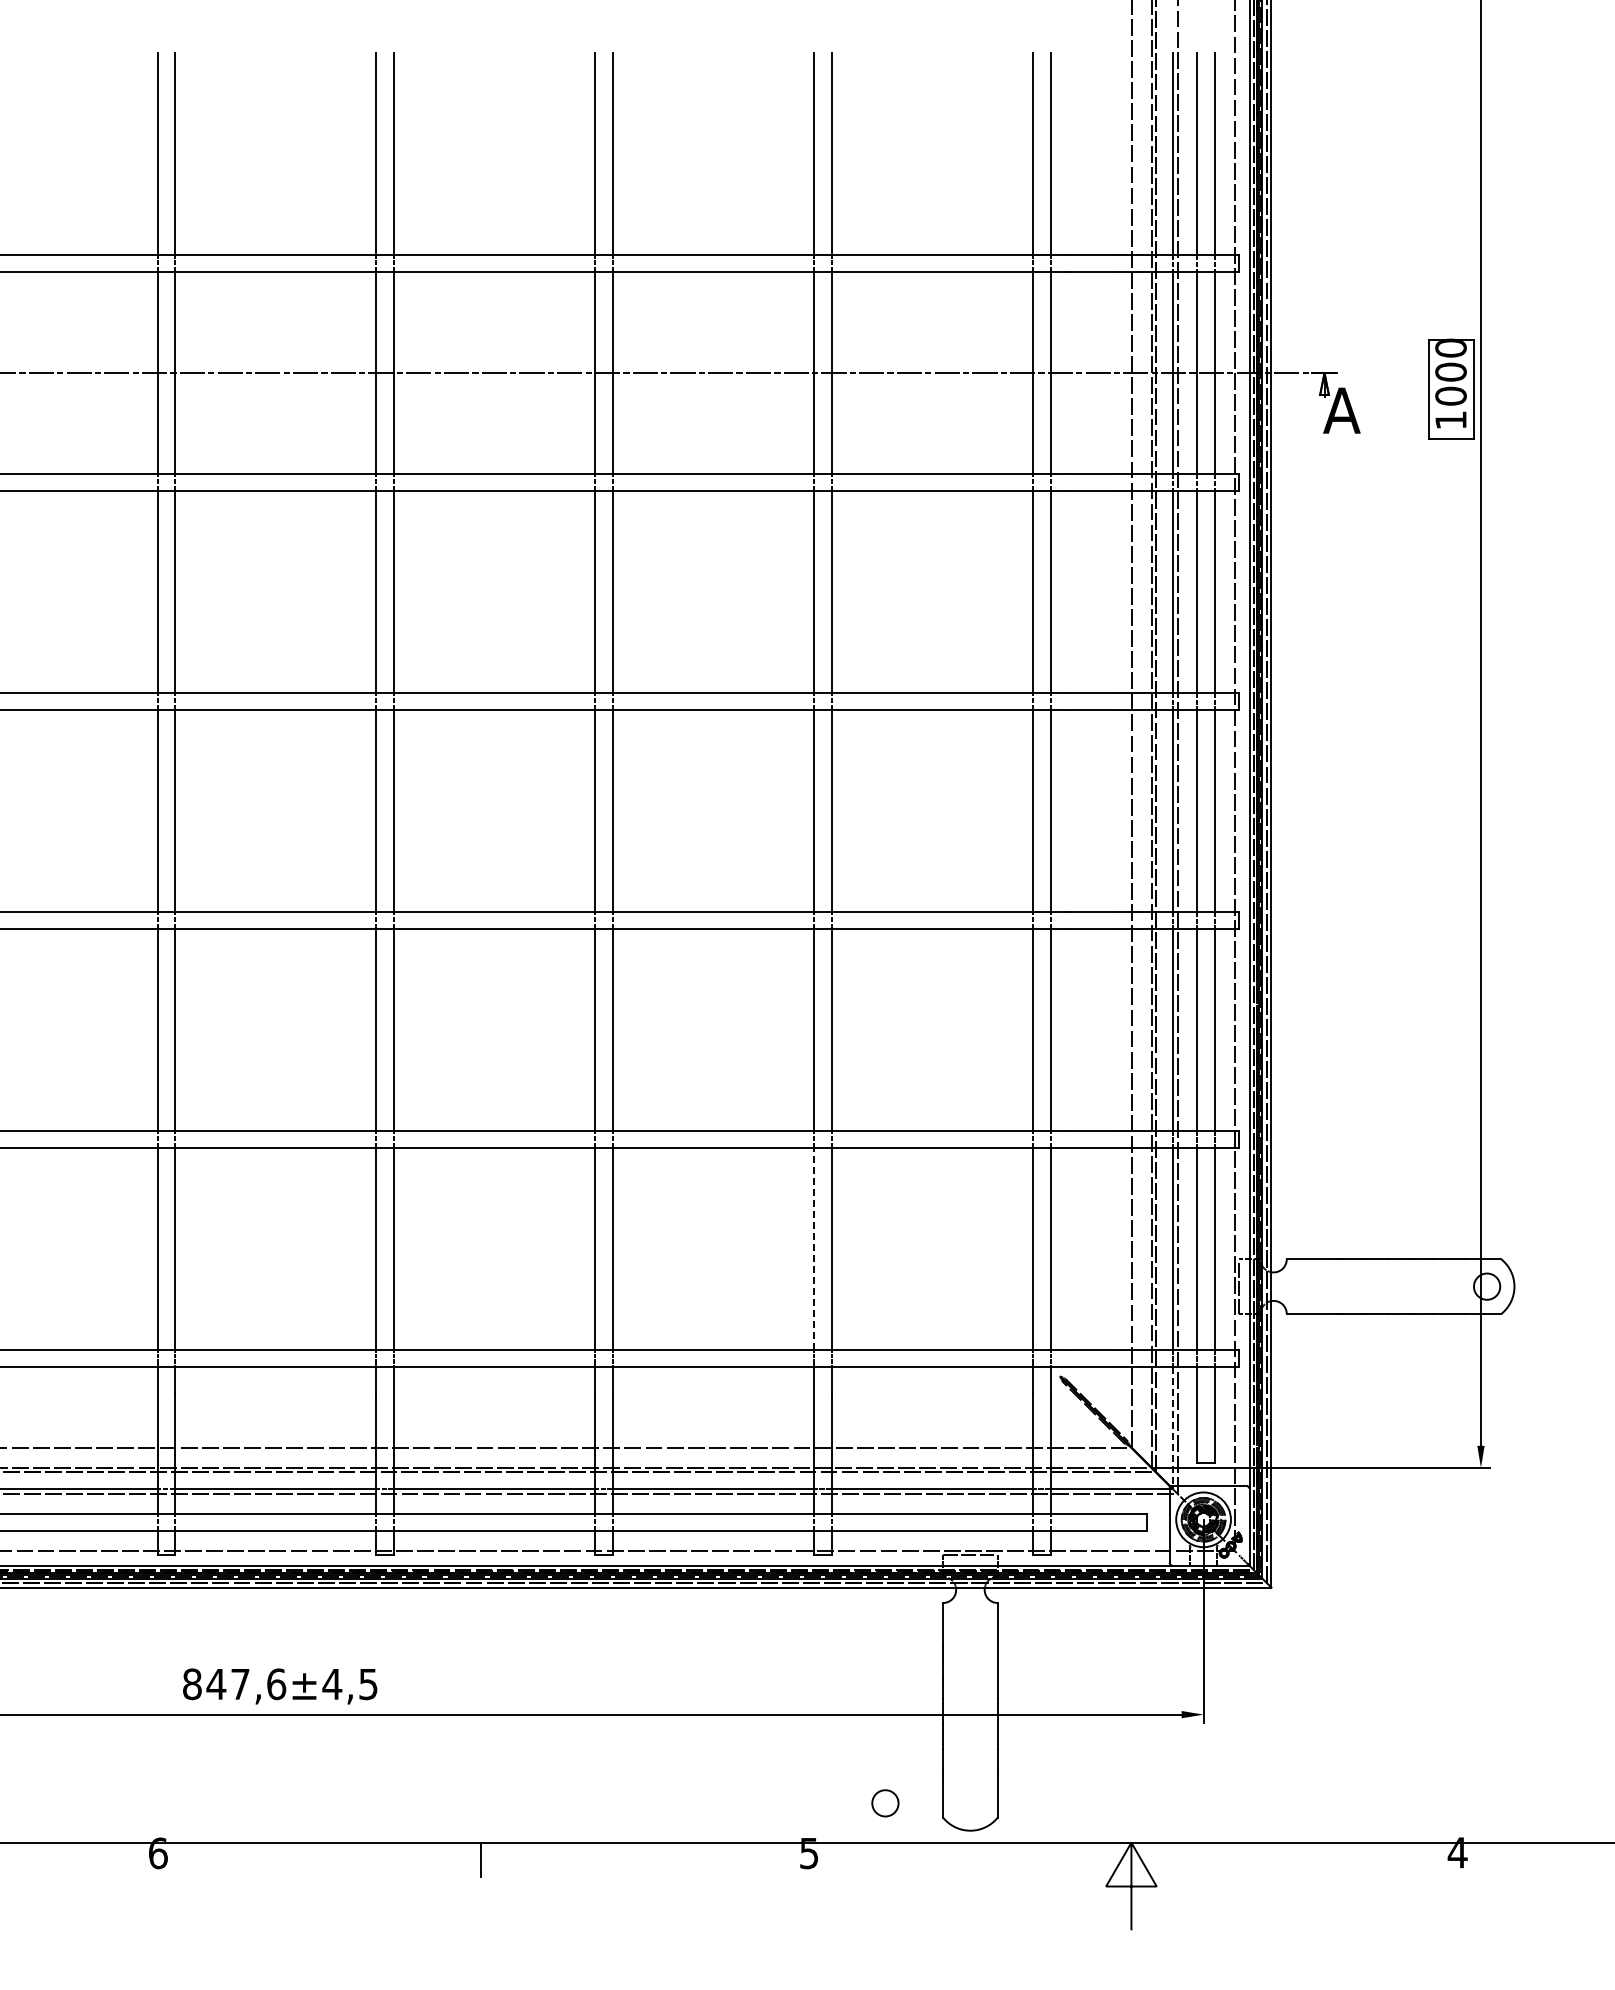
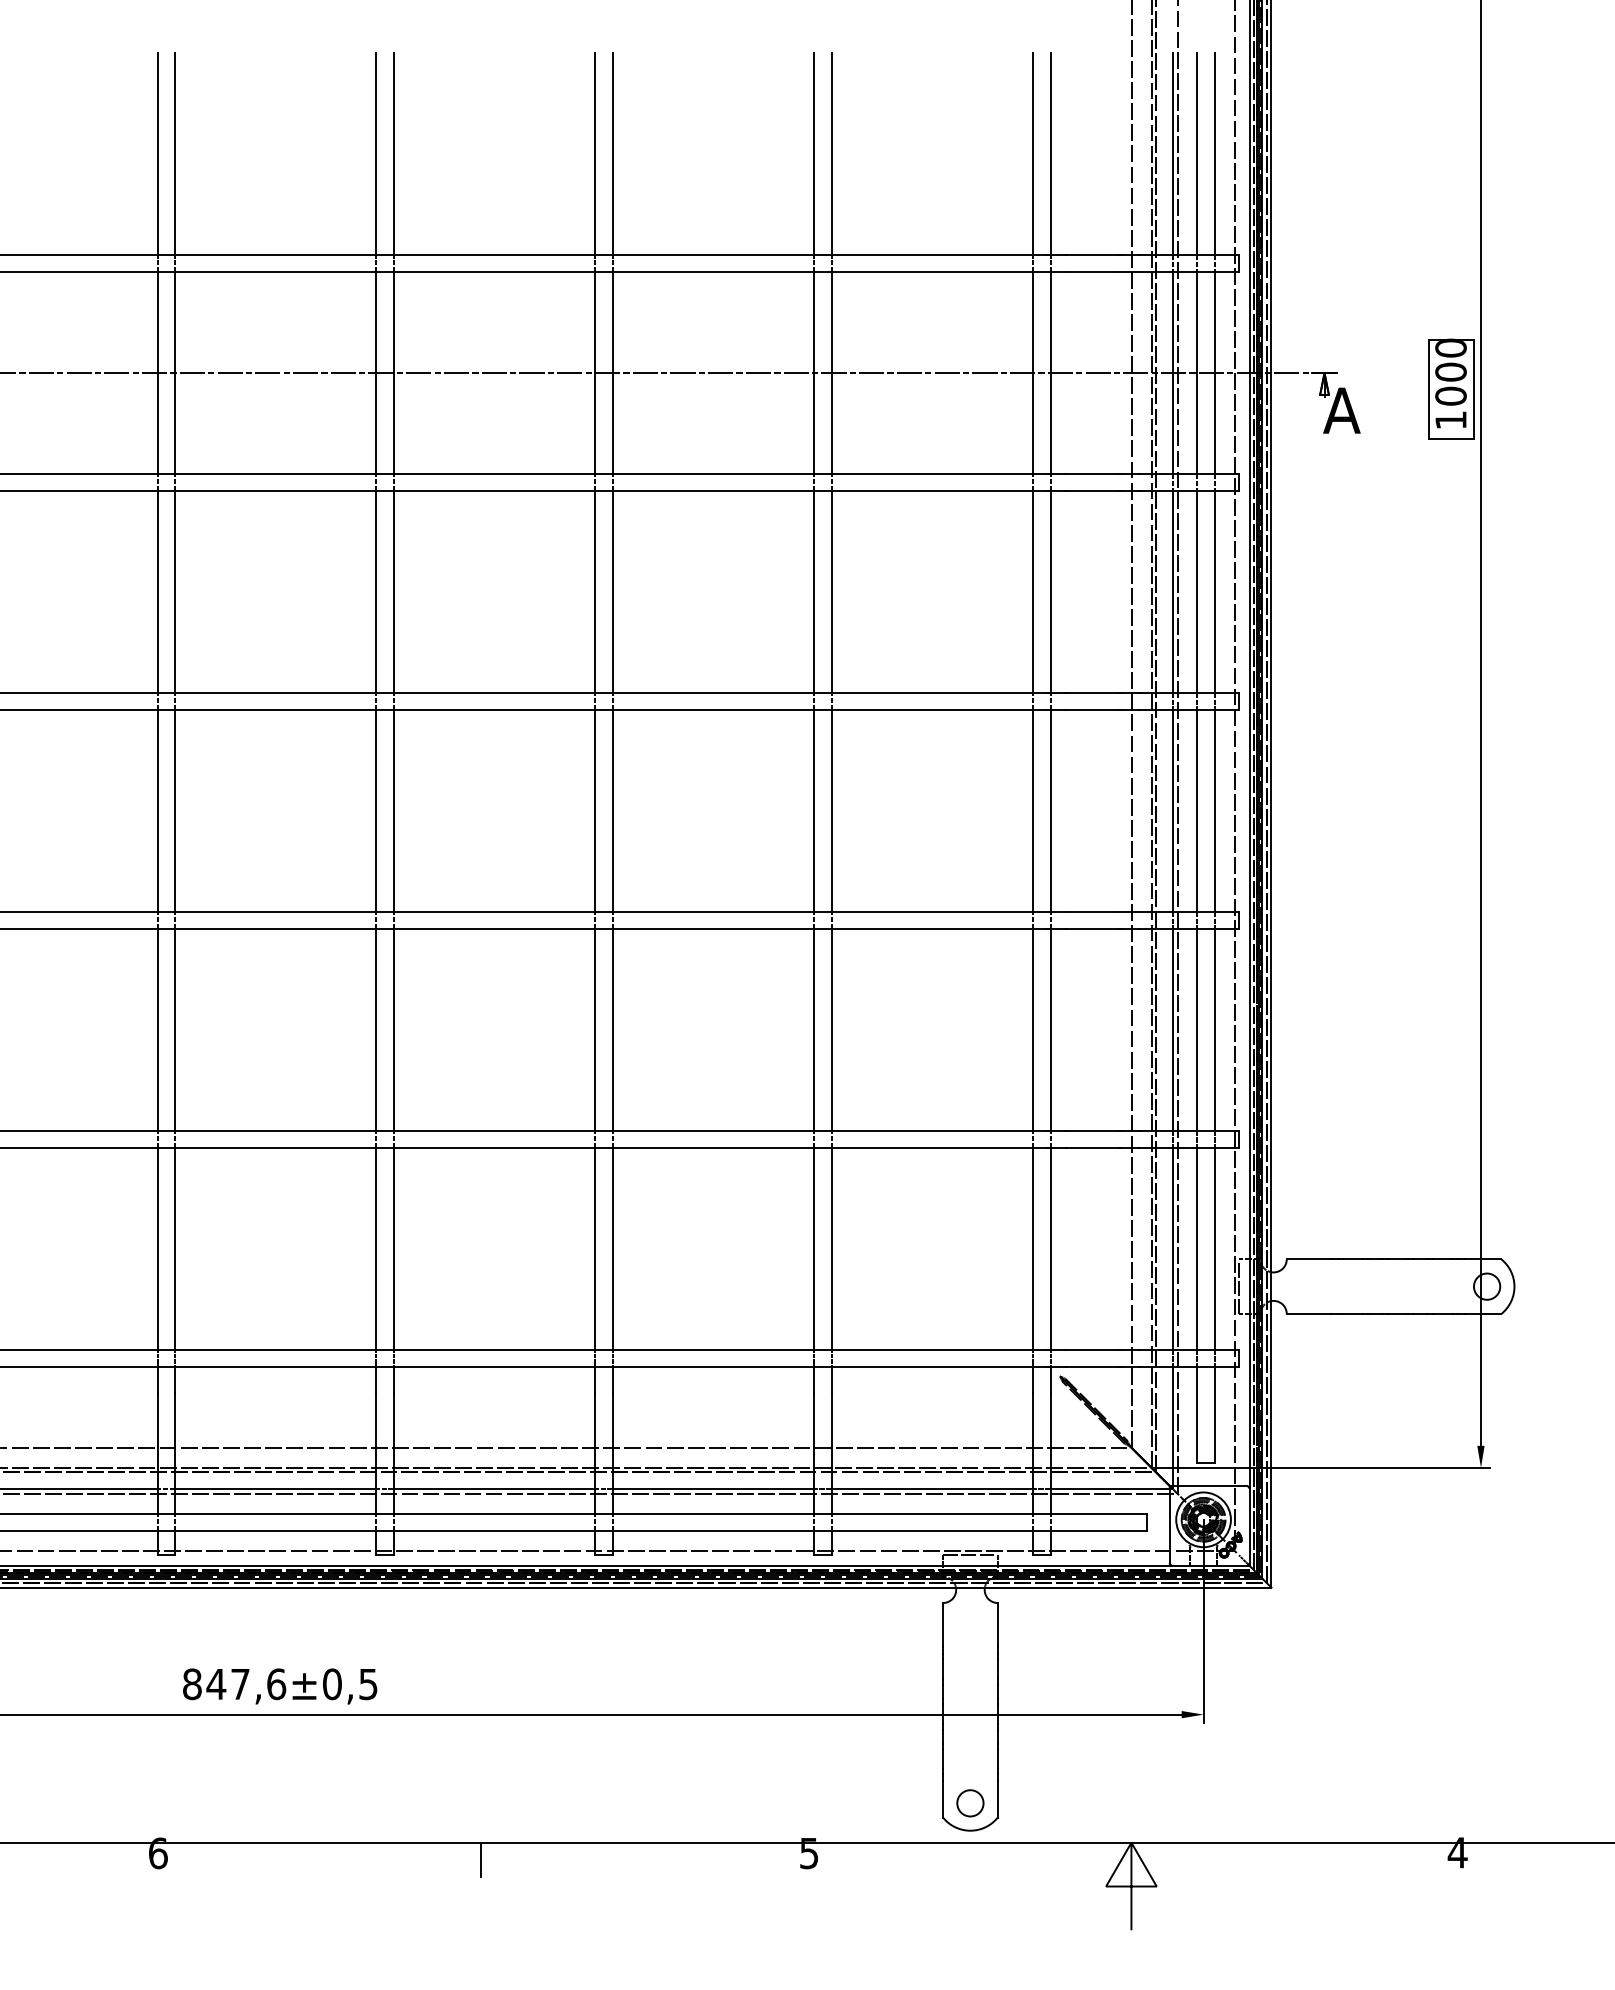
line at (814, 1248): dashed -> solid
line at (1172, 1426): dashed -> solid
text at (332, 1684): ±4,5 -> ±0,5
circle at (885, 1803) position: (885, 1803) -> (970, 1803)
